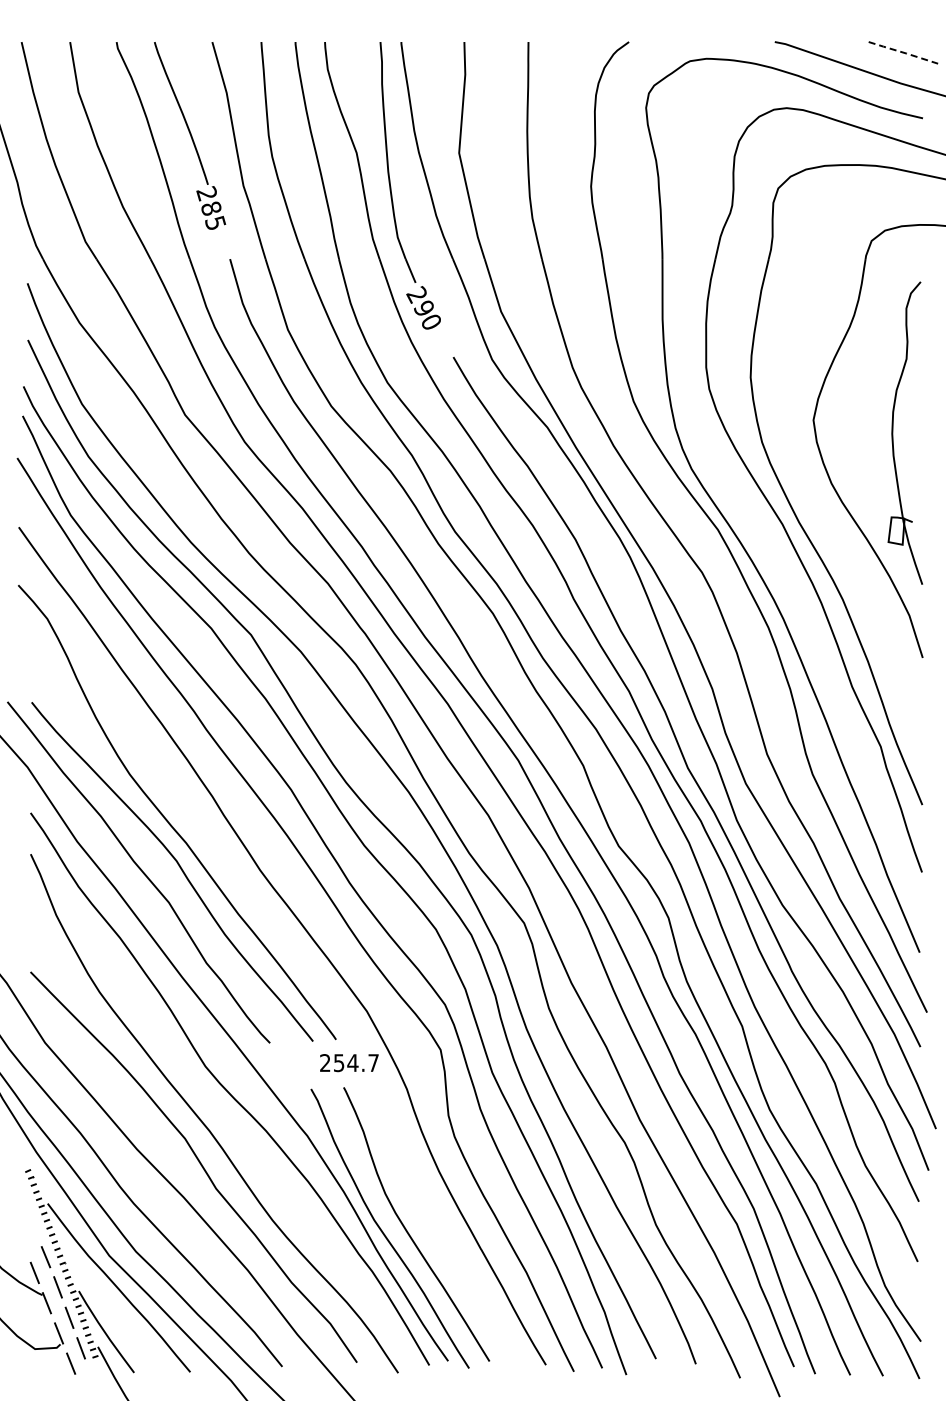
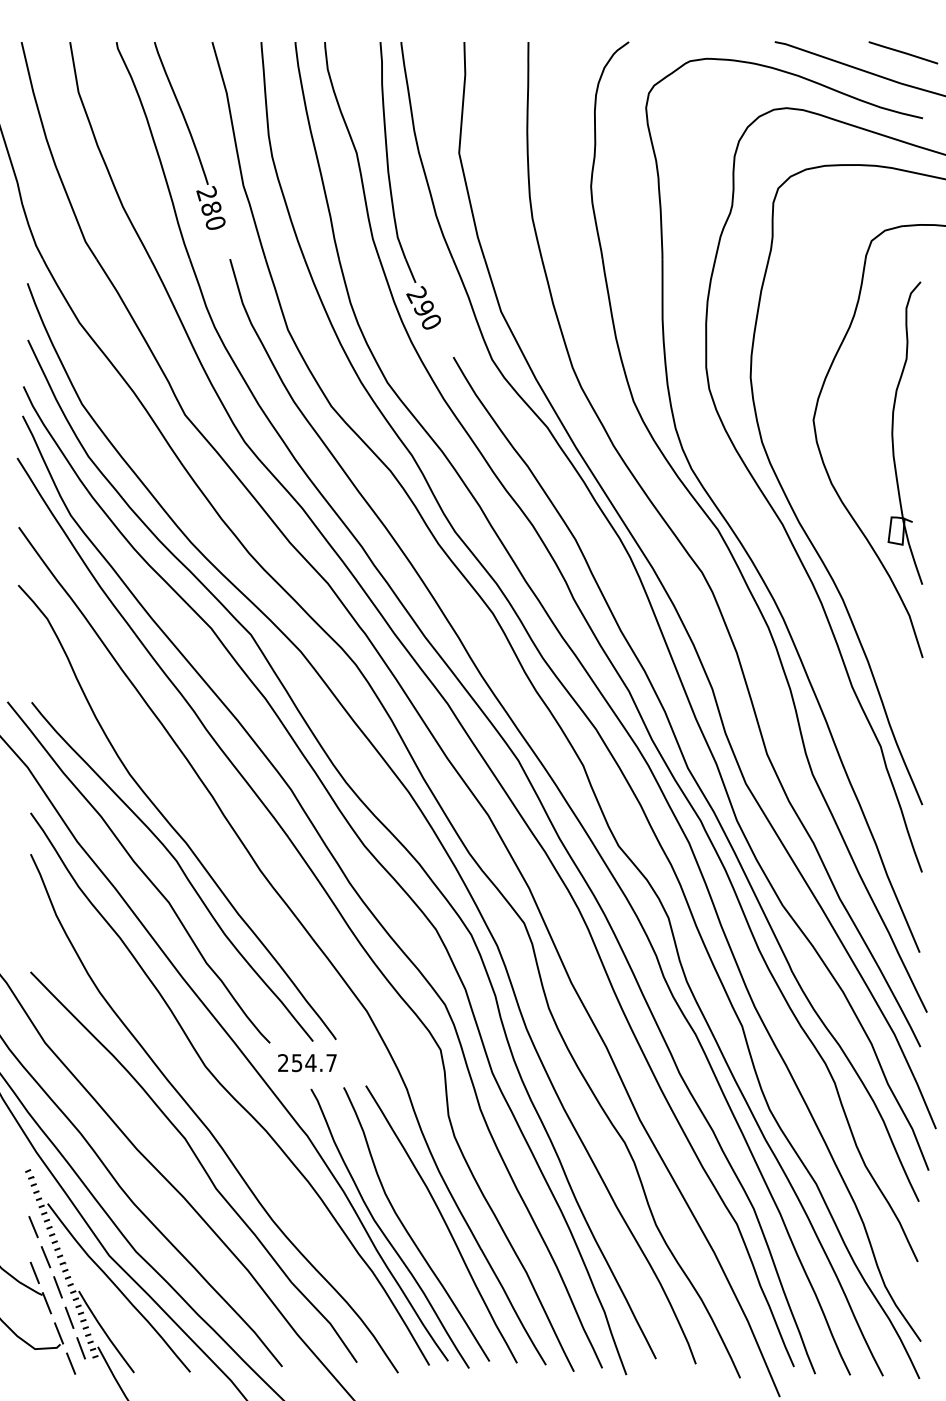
line at (903, 52): dashed -> solid
text at (215, 222): 285 -> 280
text at (349, 1063) position: (349, 1063) -> (307, 1063)
curve at (444, 1223): none -> present
line at (33, 1227): none -> present
